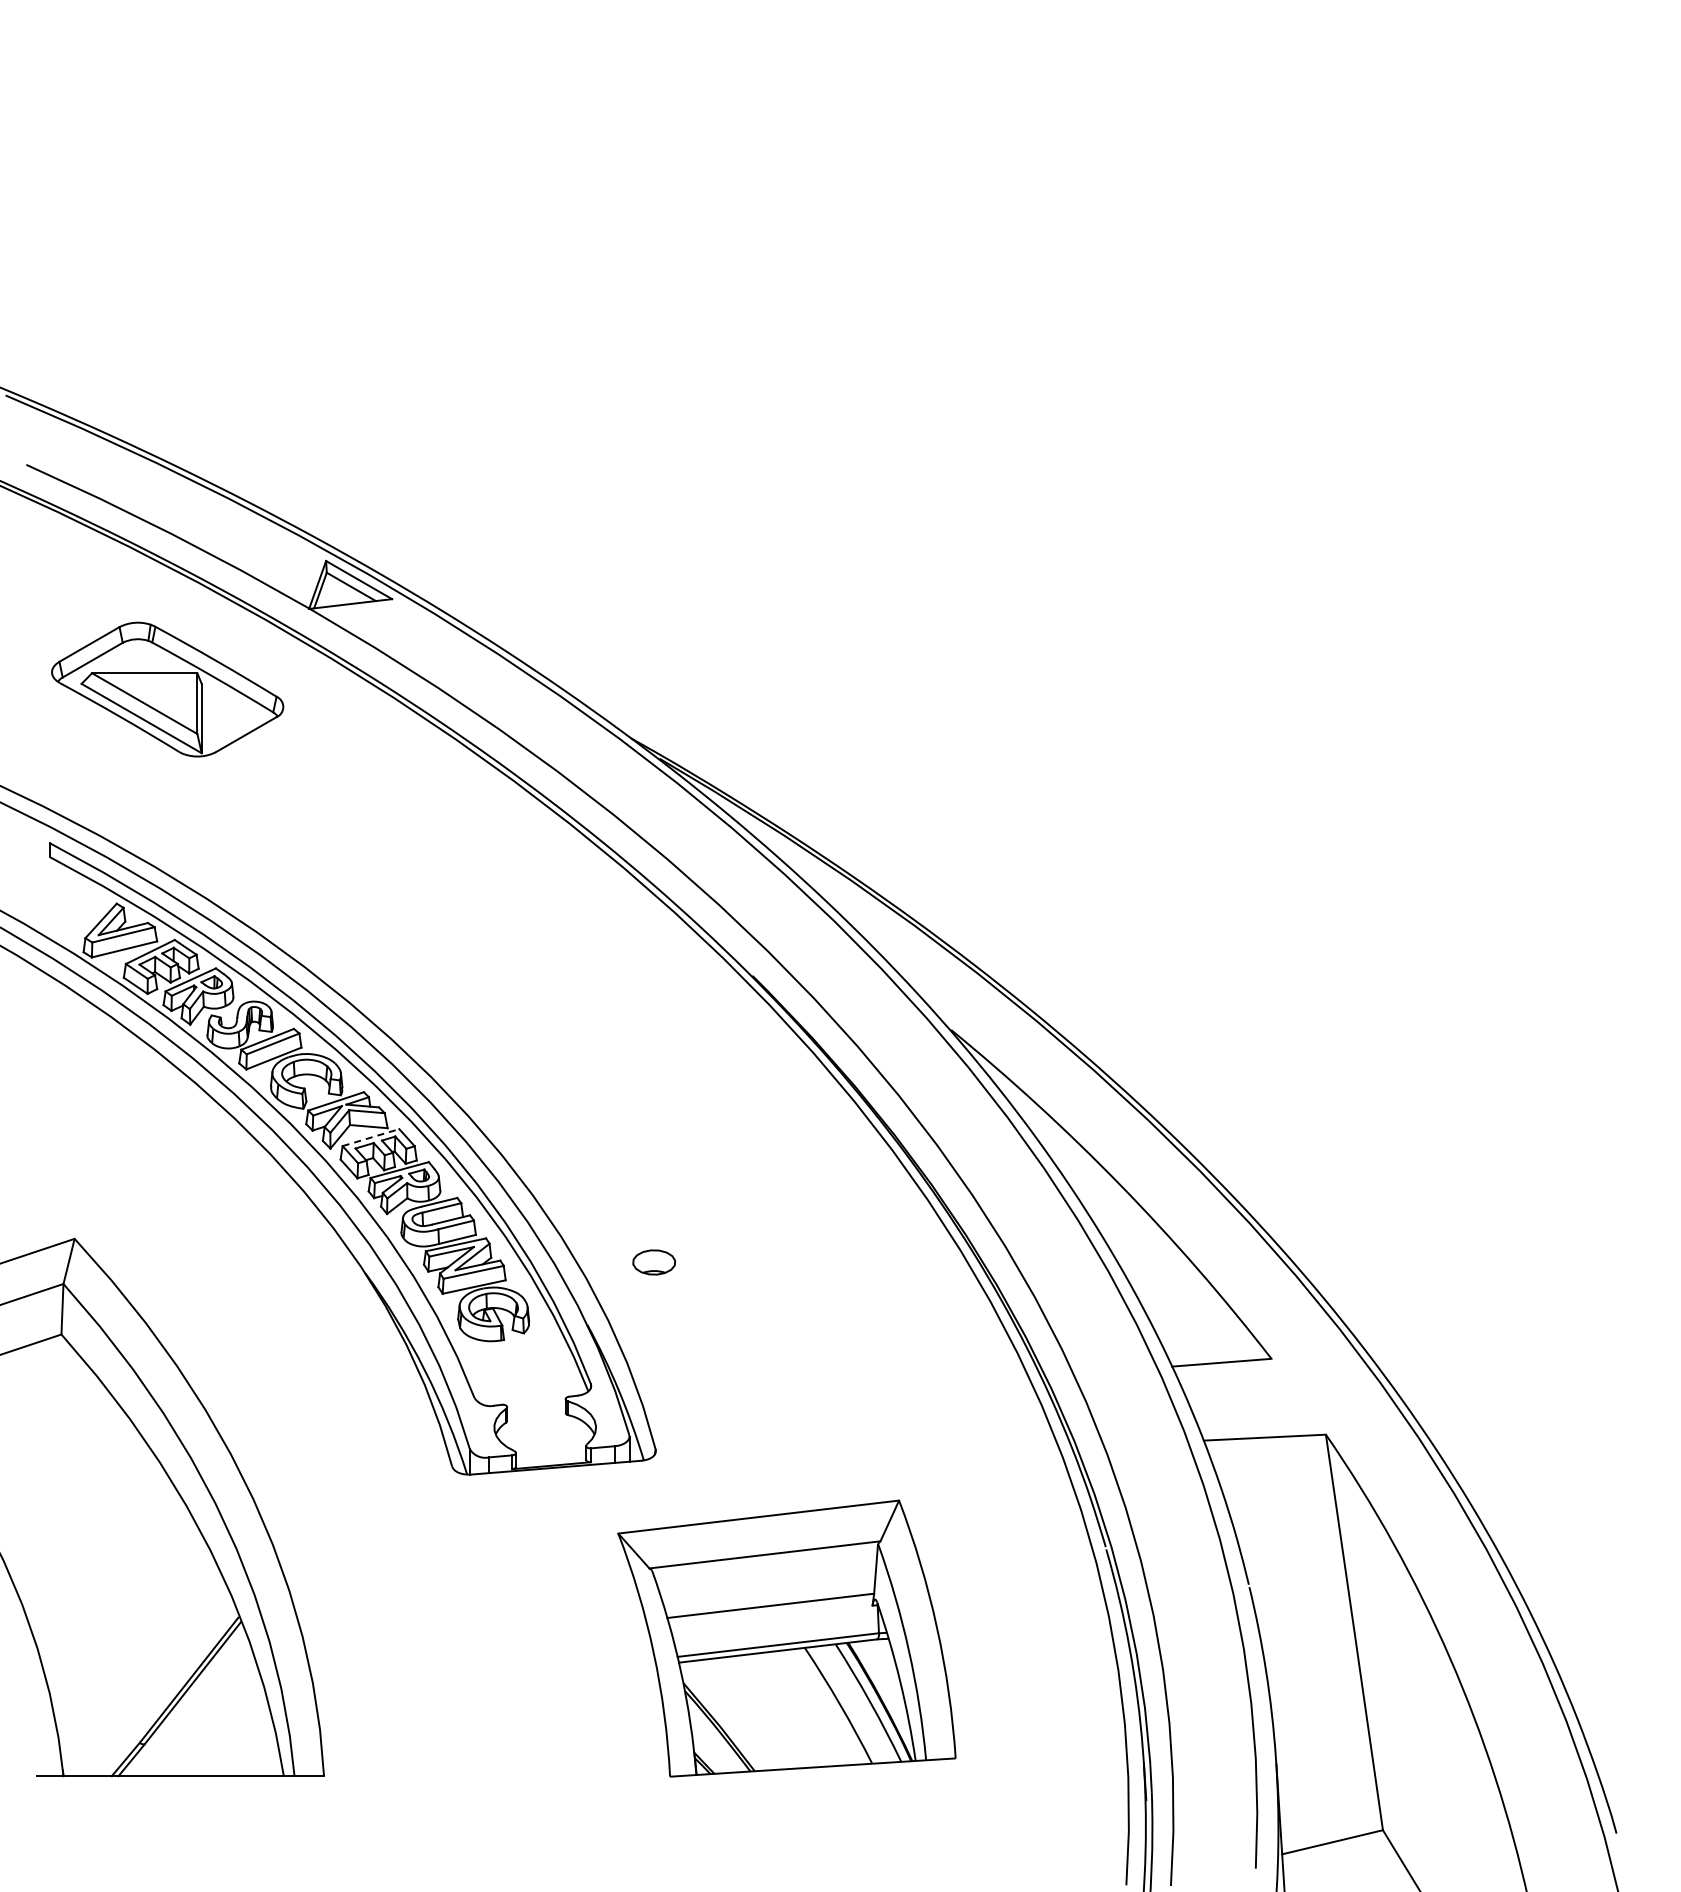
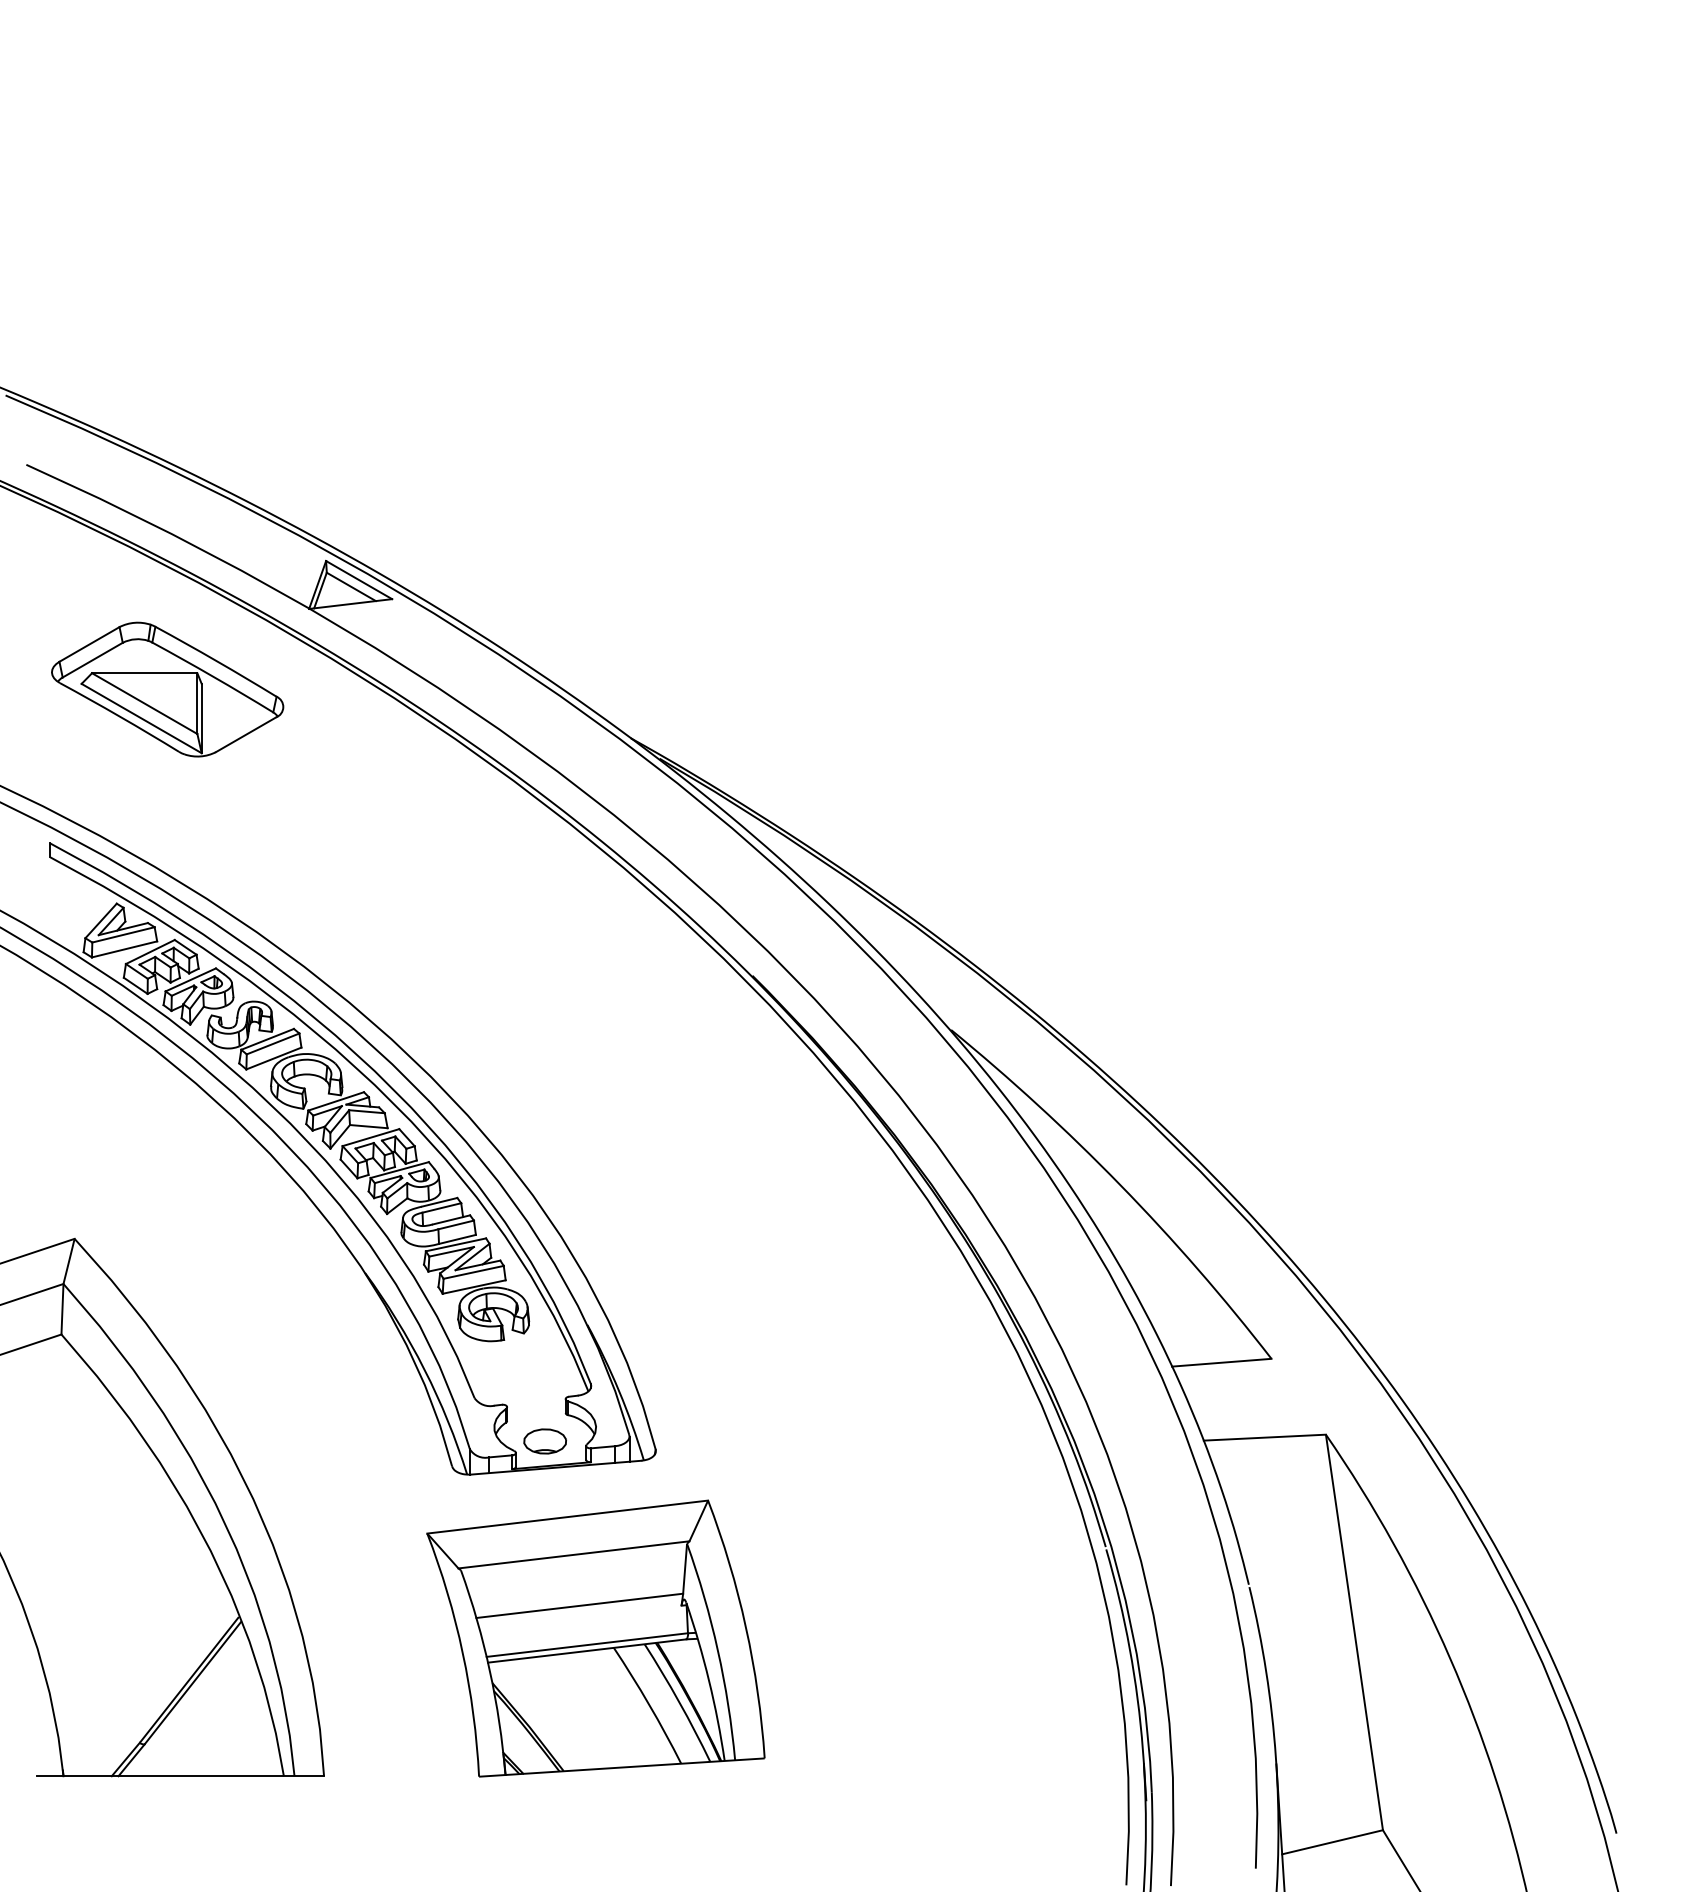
line at (370, 1137): dashed -> solid
part at (653, 1262) position: (653, 1262) -> (544, 1441)
part at (786, 1638) position: (786, 1638) -> (595, 1638)
